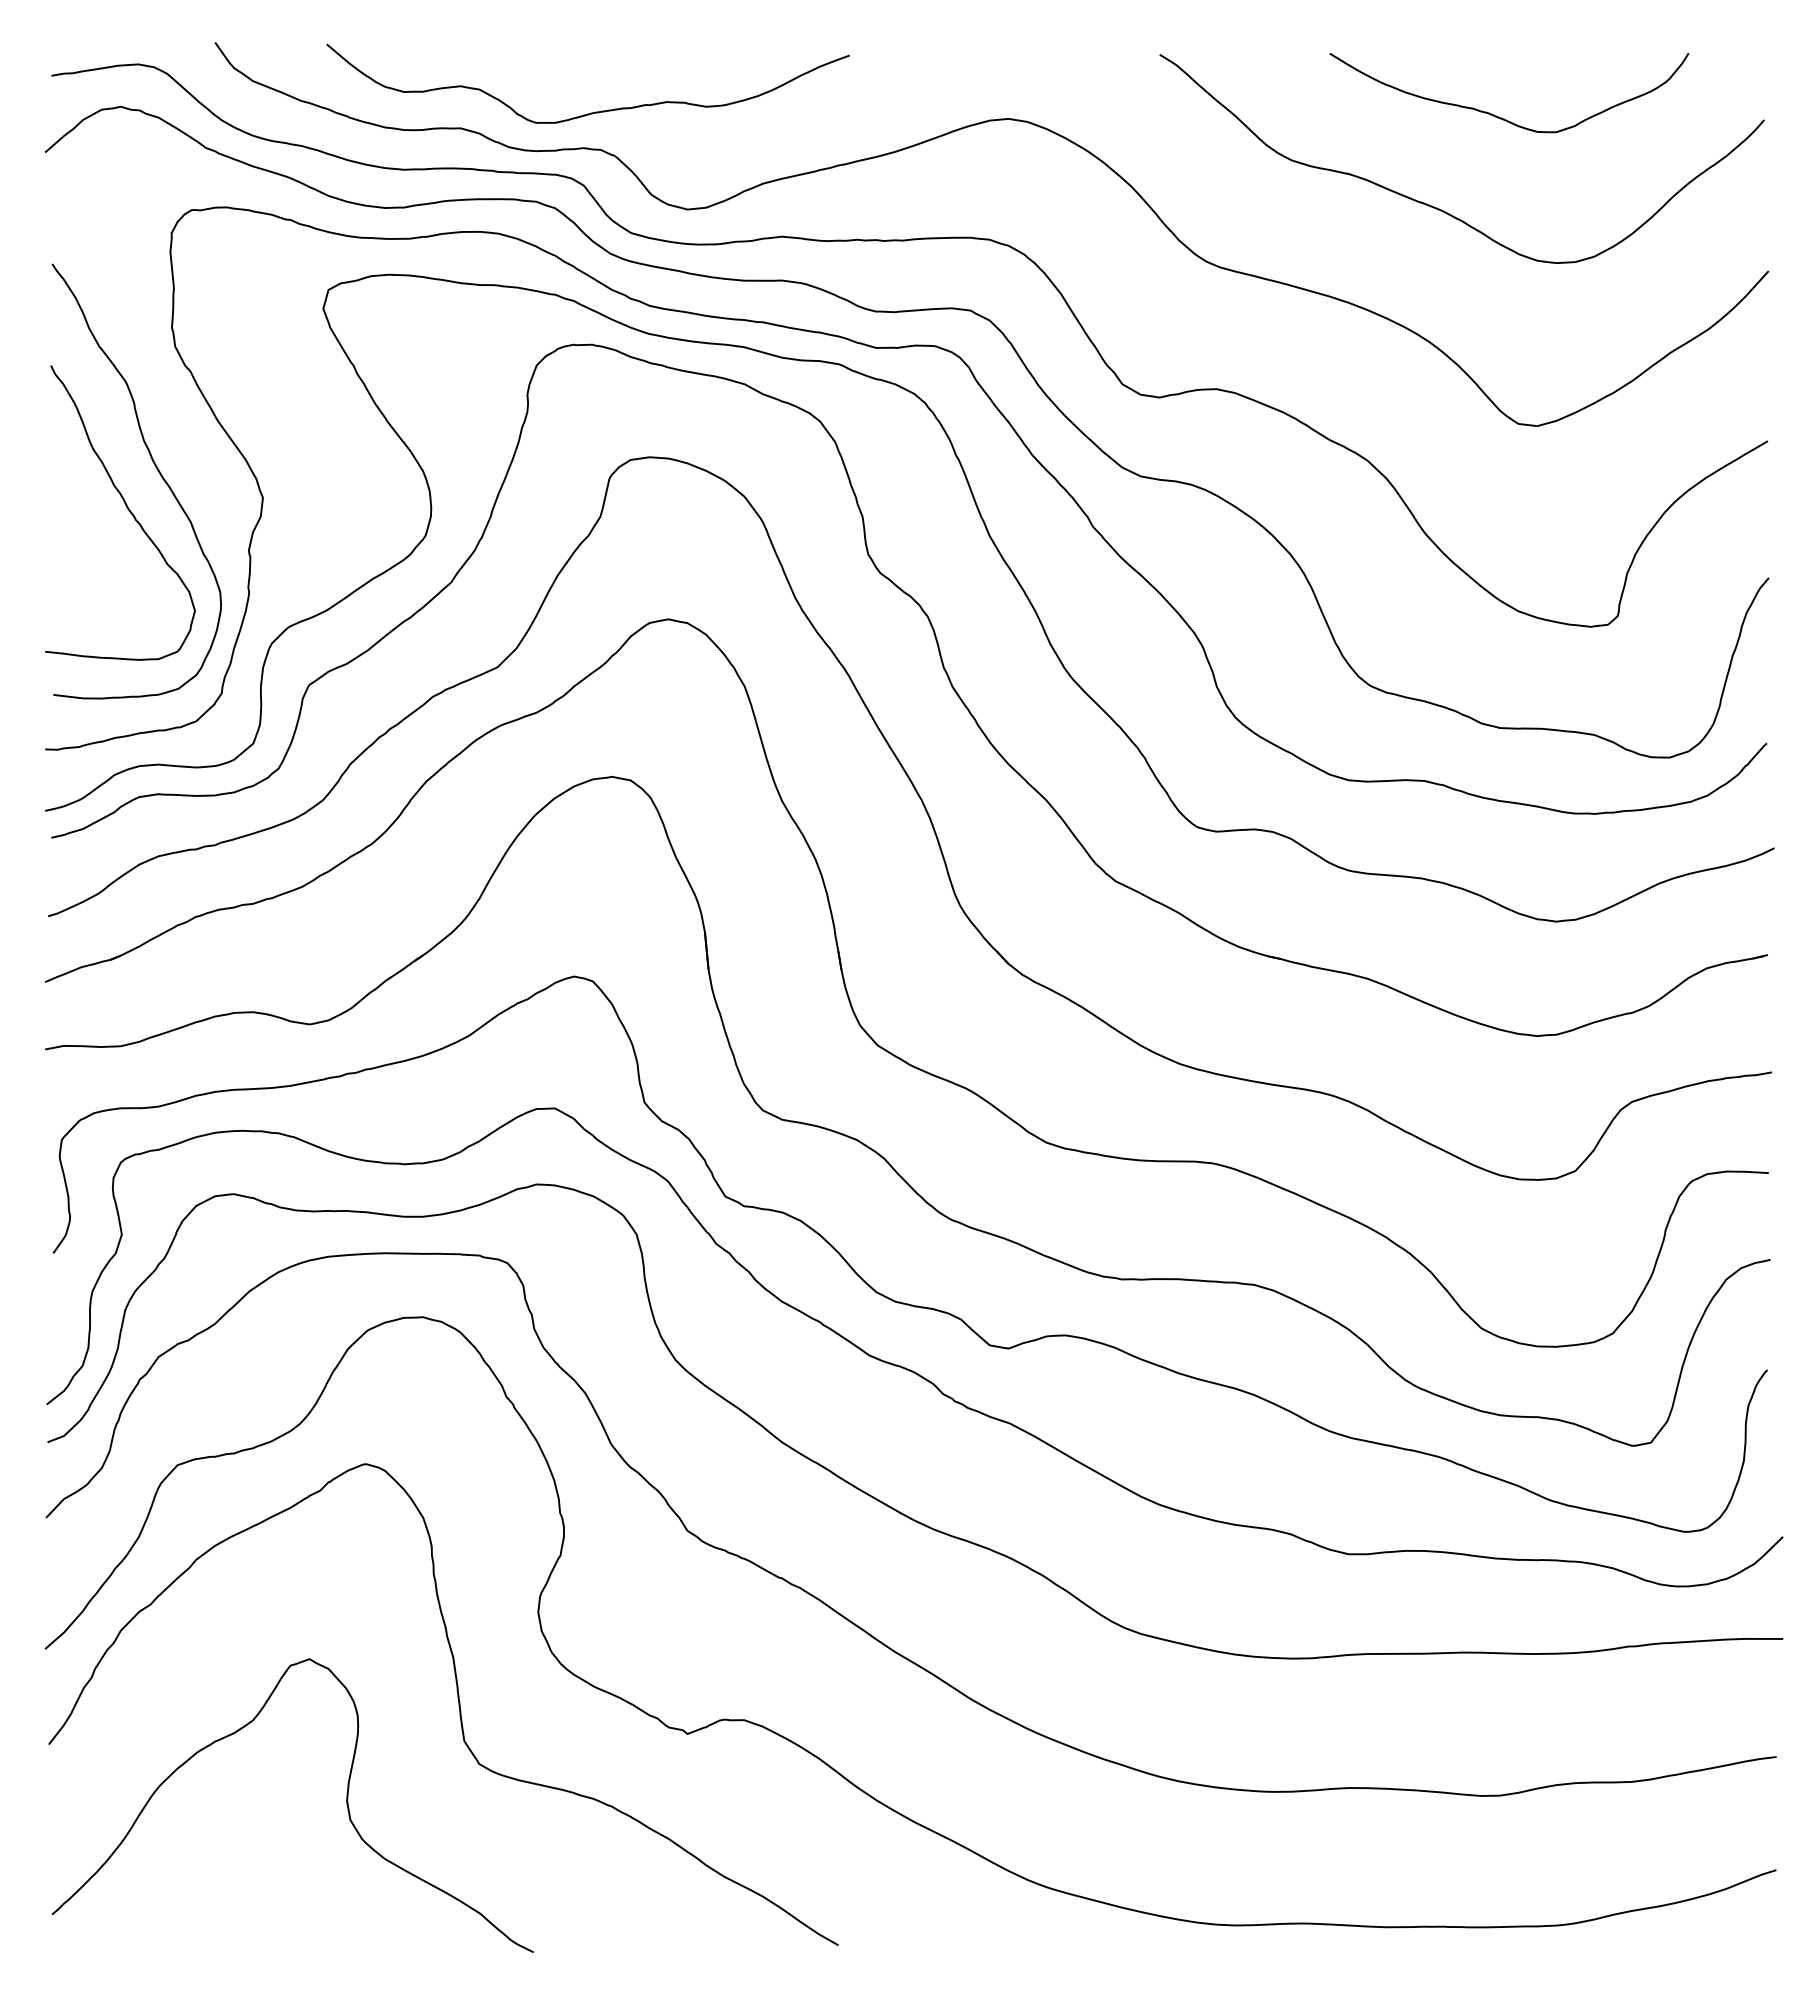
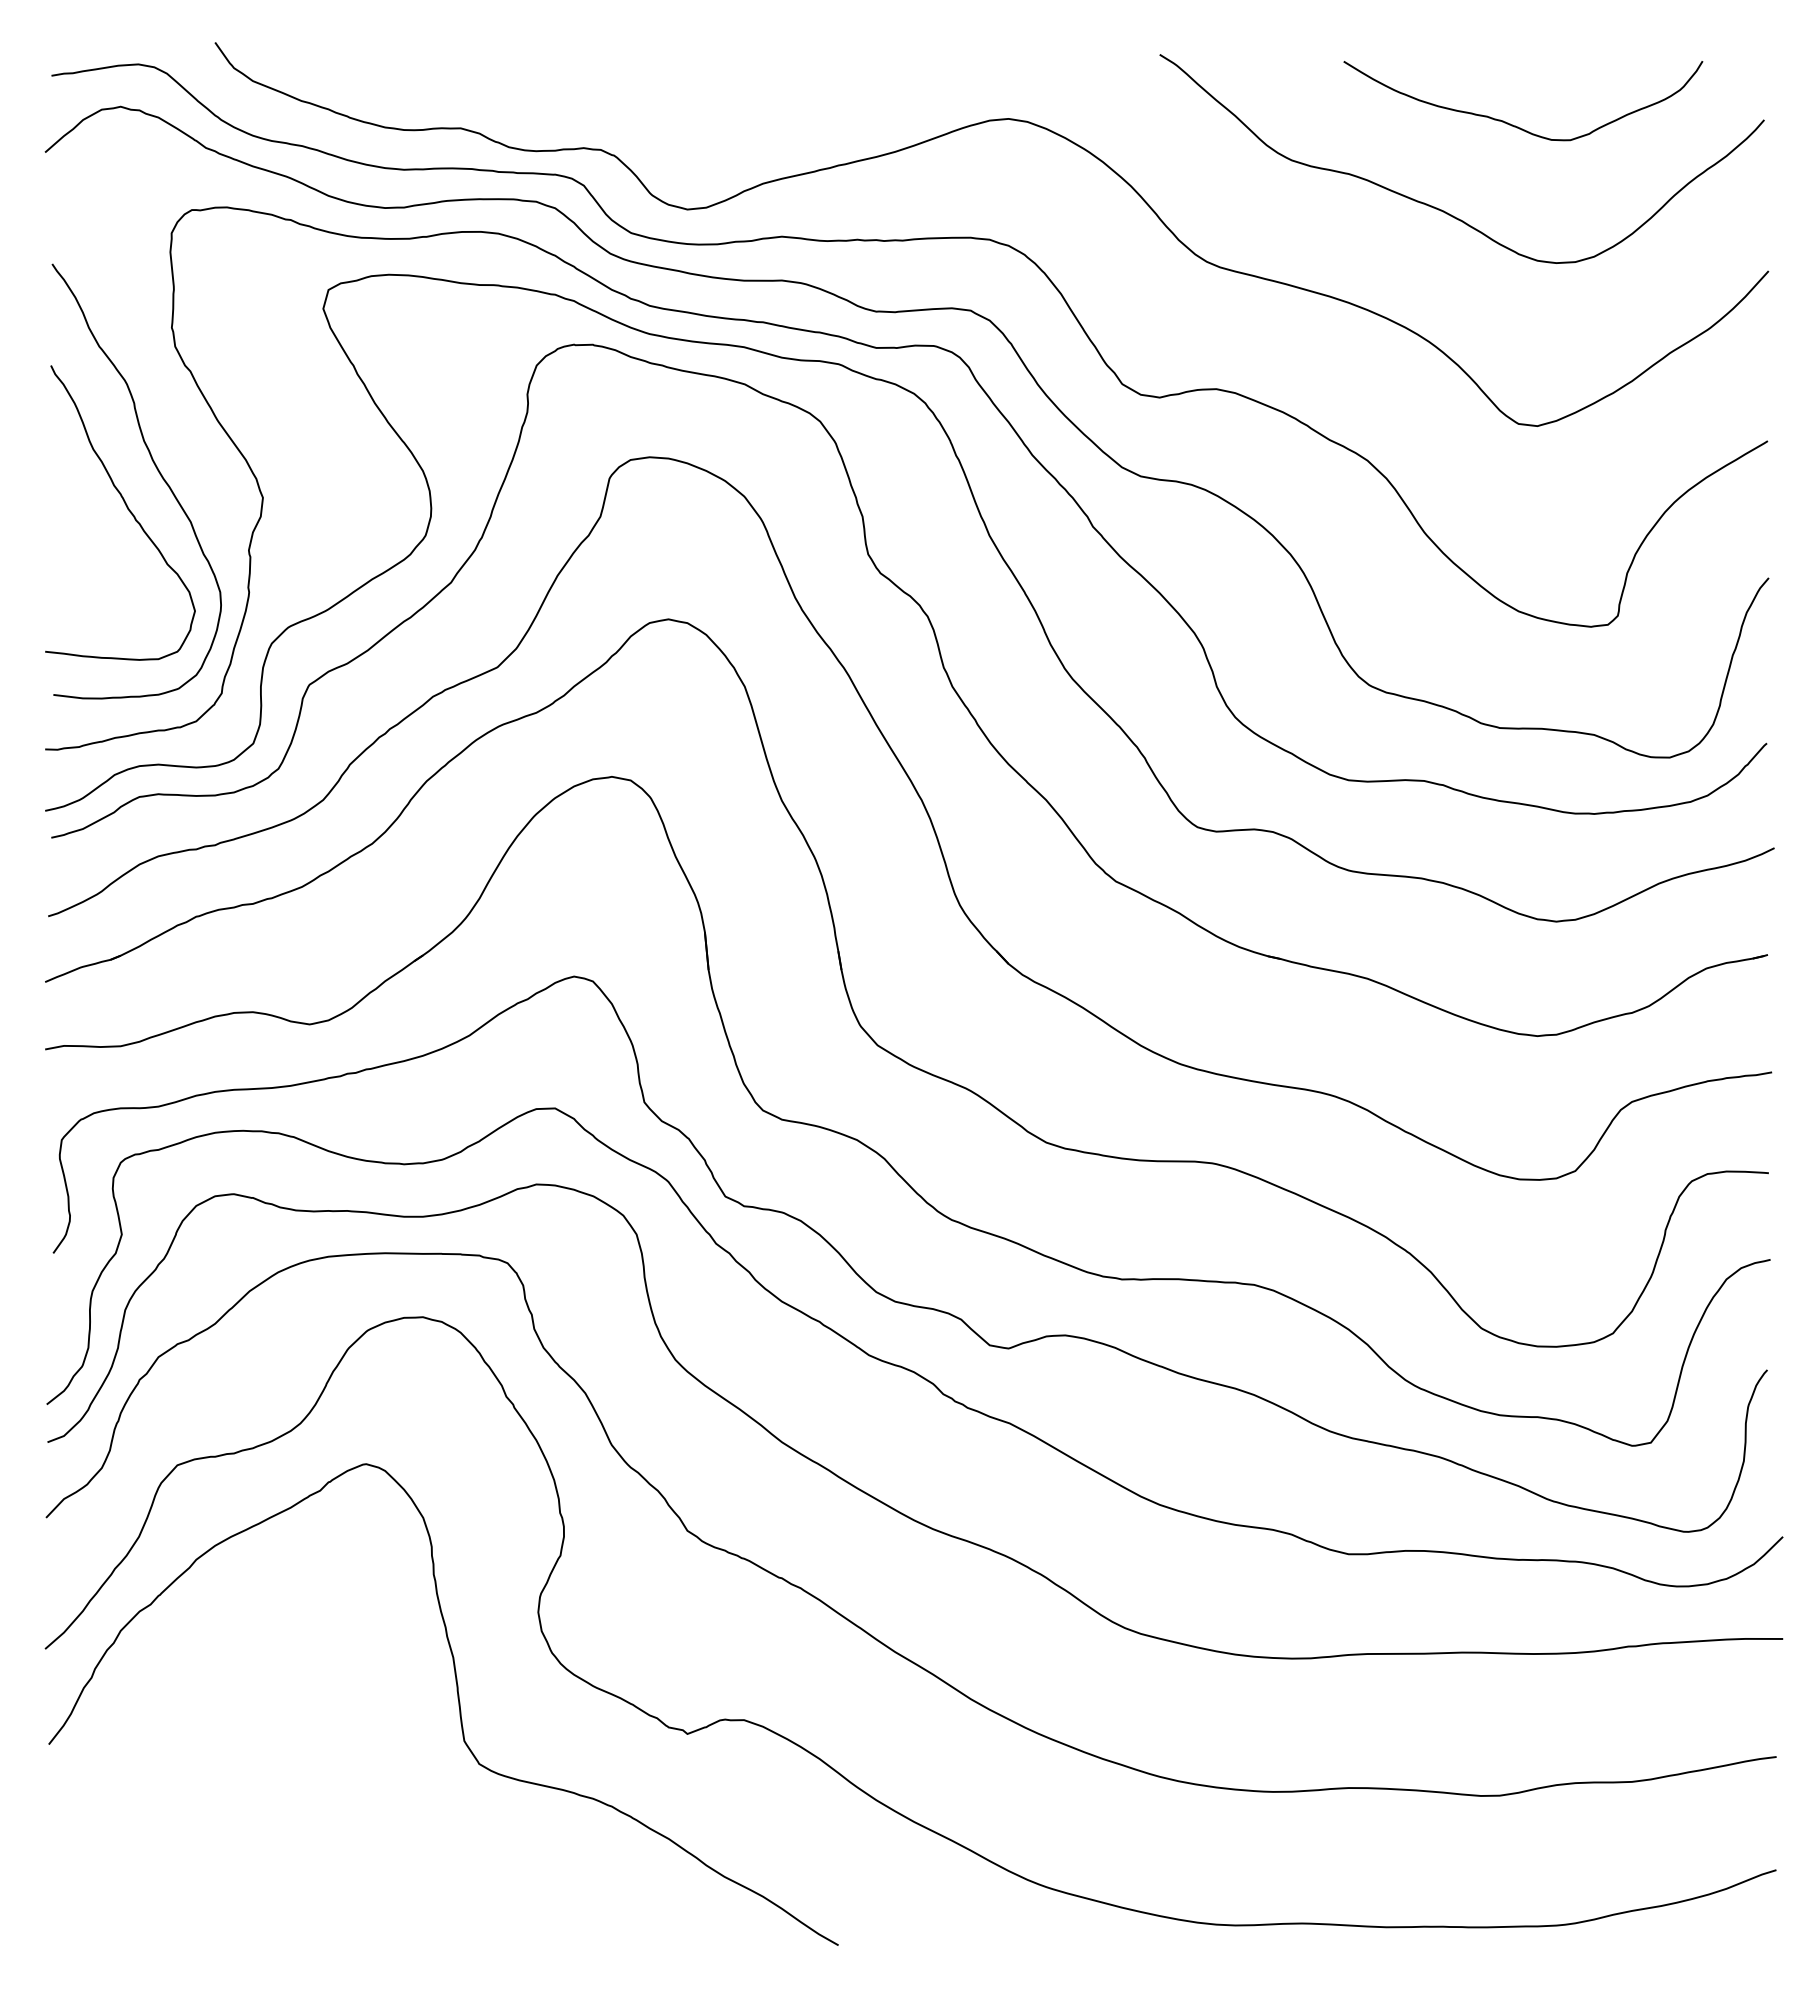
curve at (595, 111): present -> none
curve at (1501, 117) position: (1501, 117) -> (1515, 125)
curve at (346, 1804): present -> none
